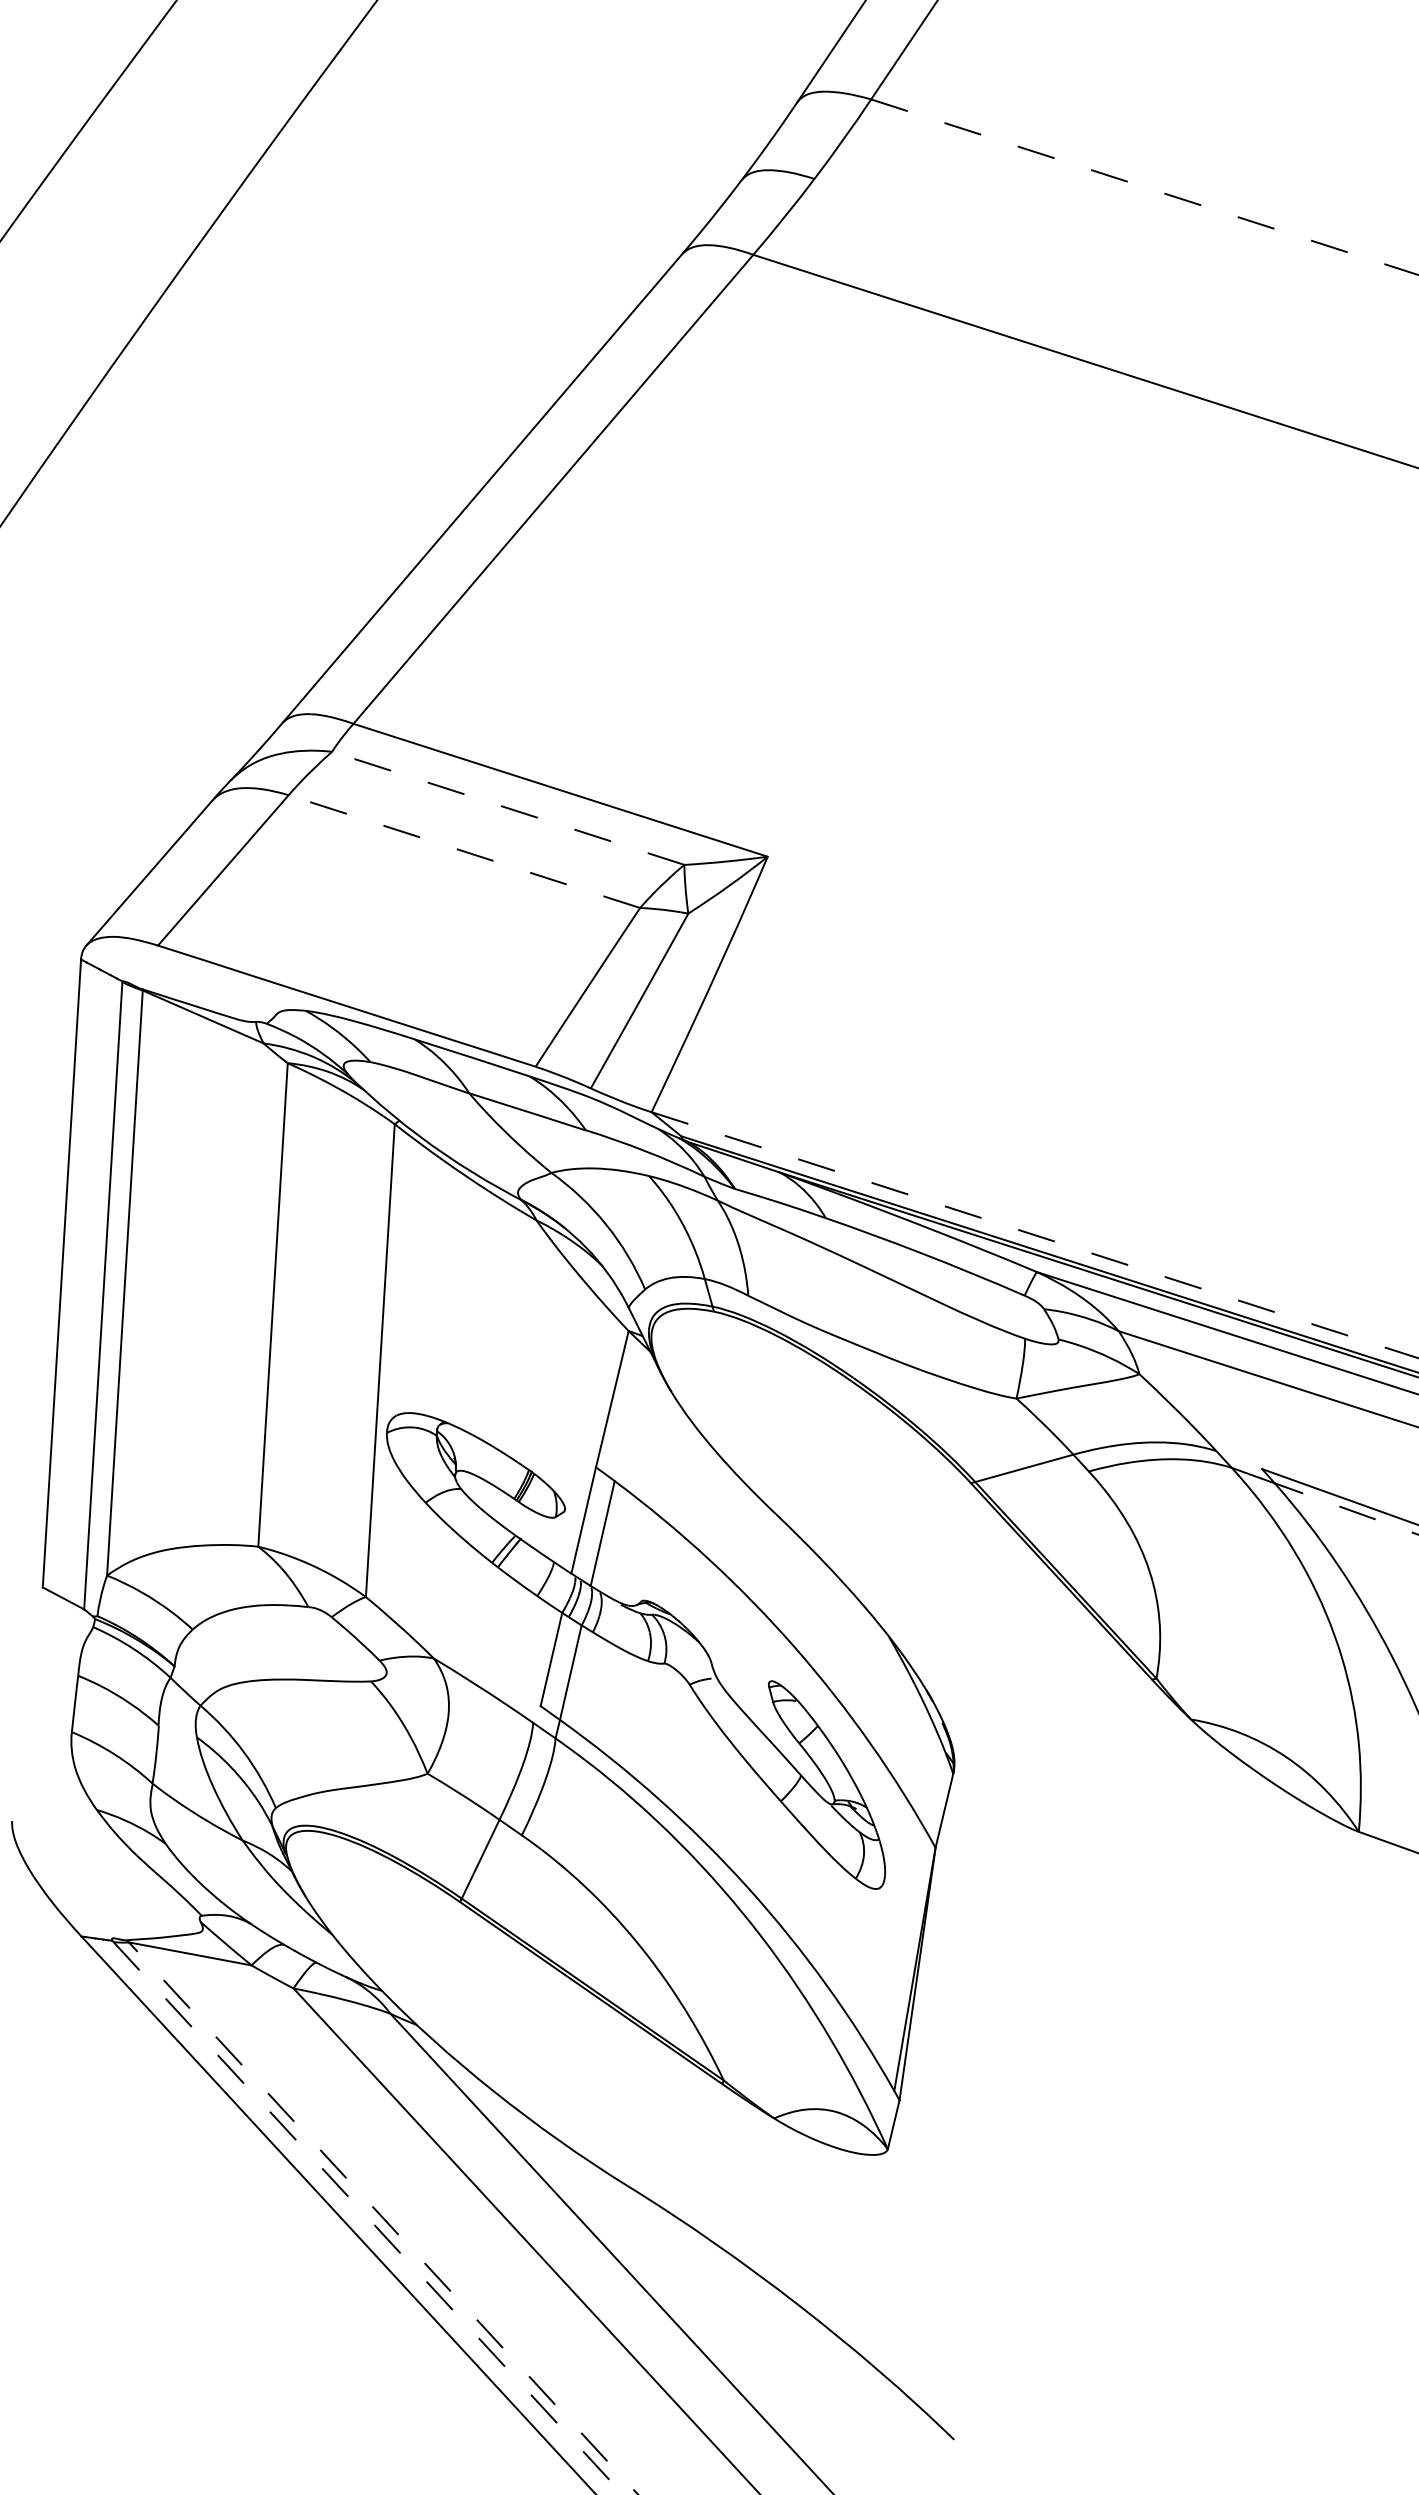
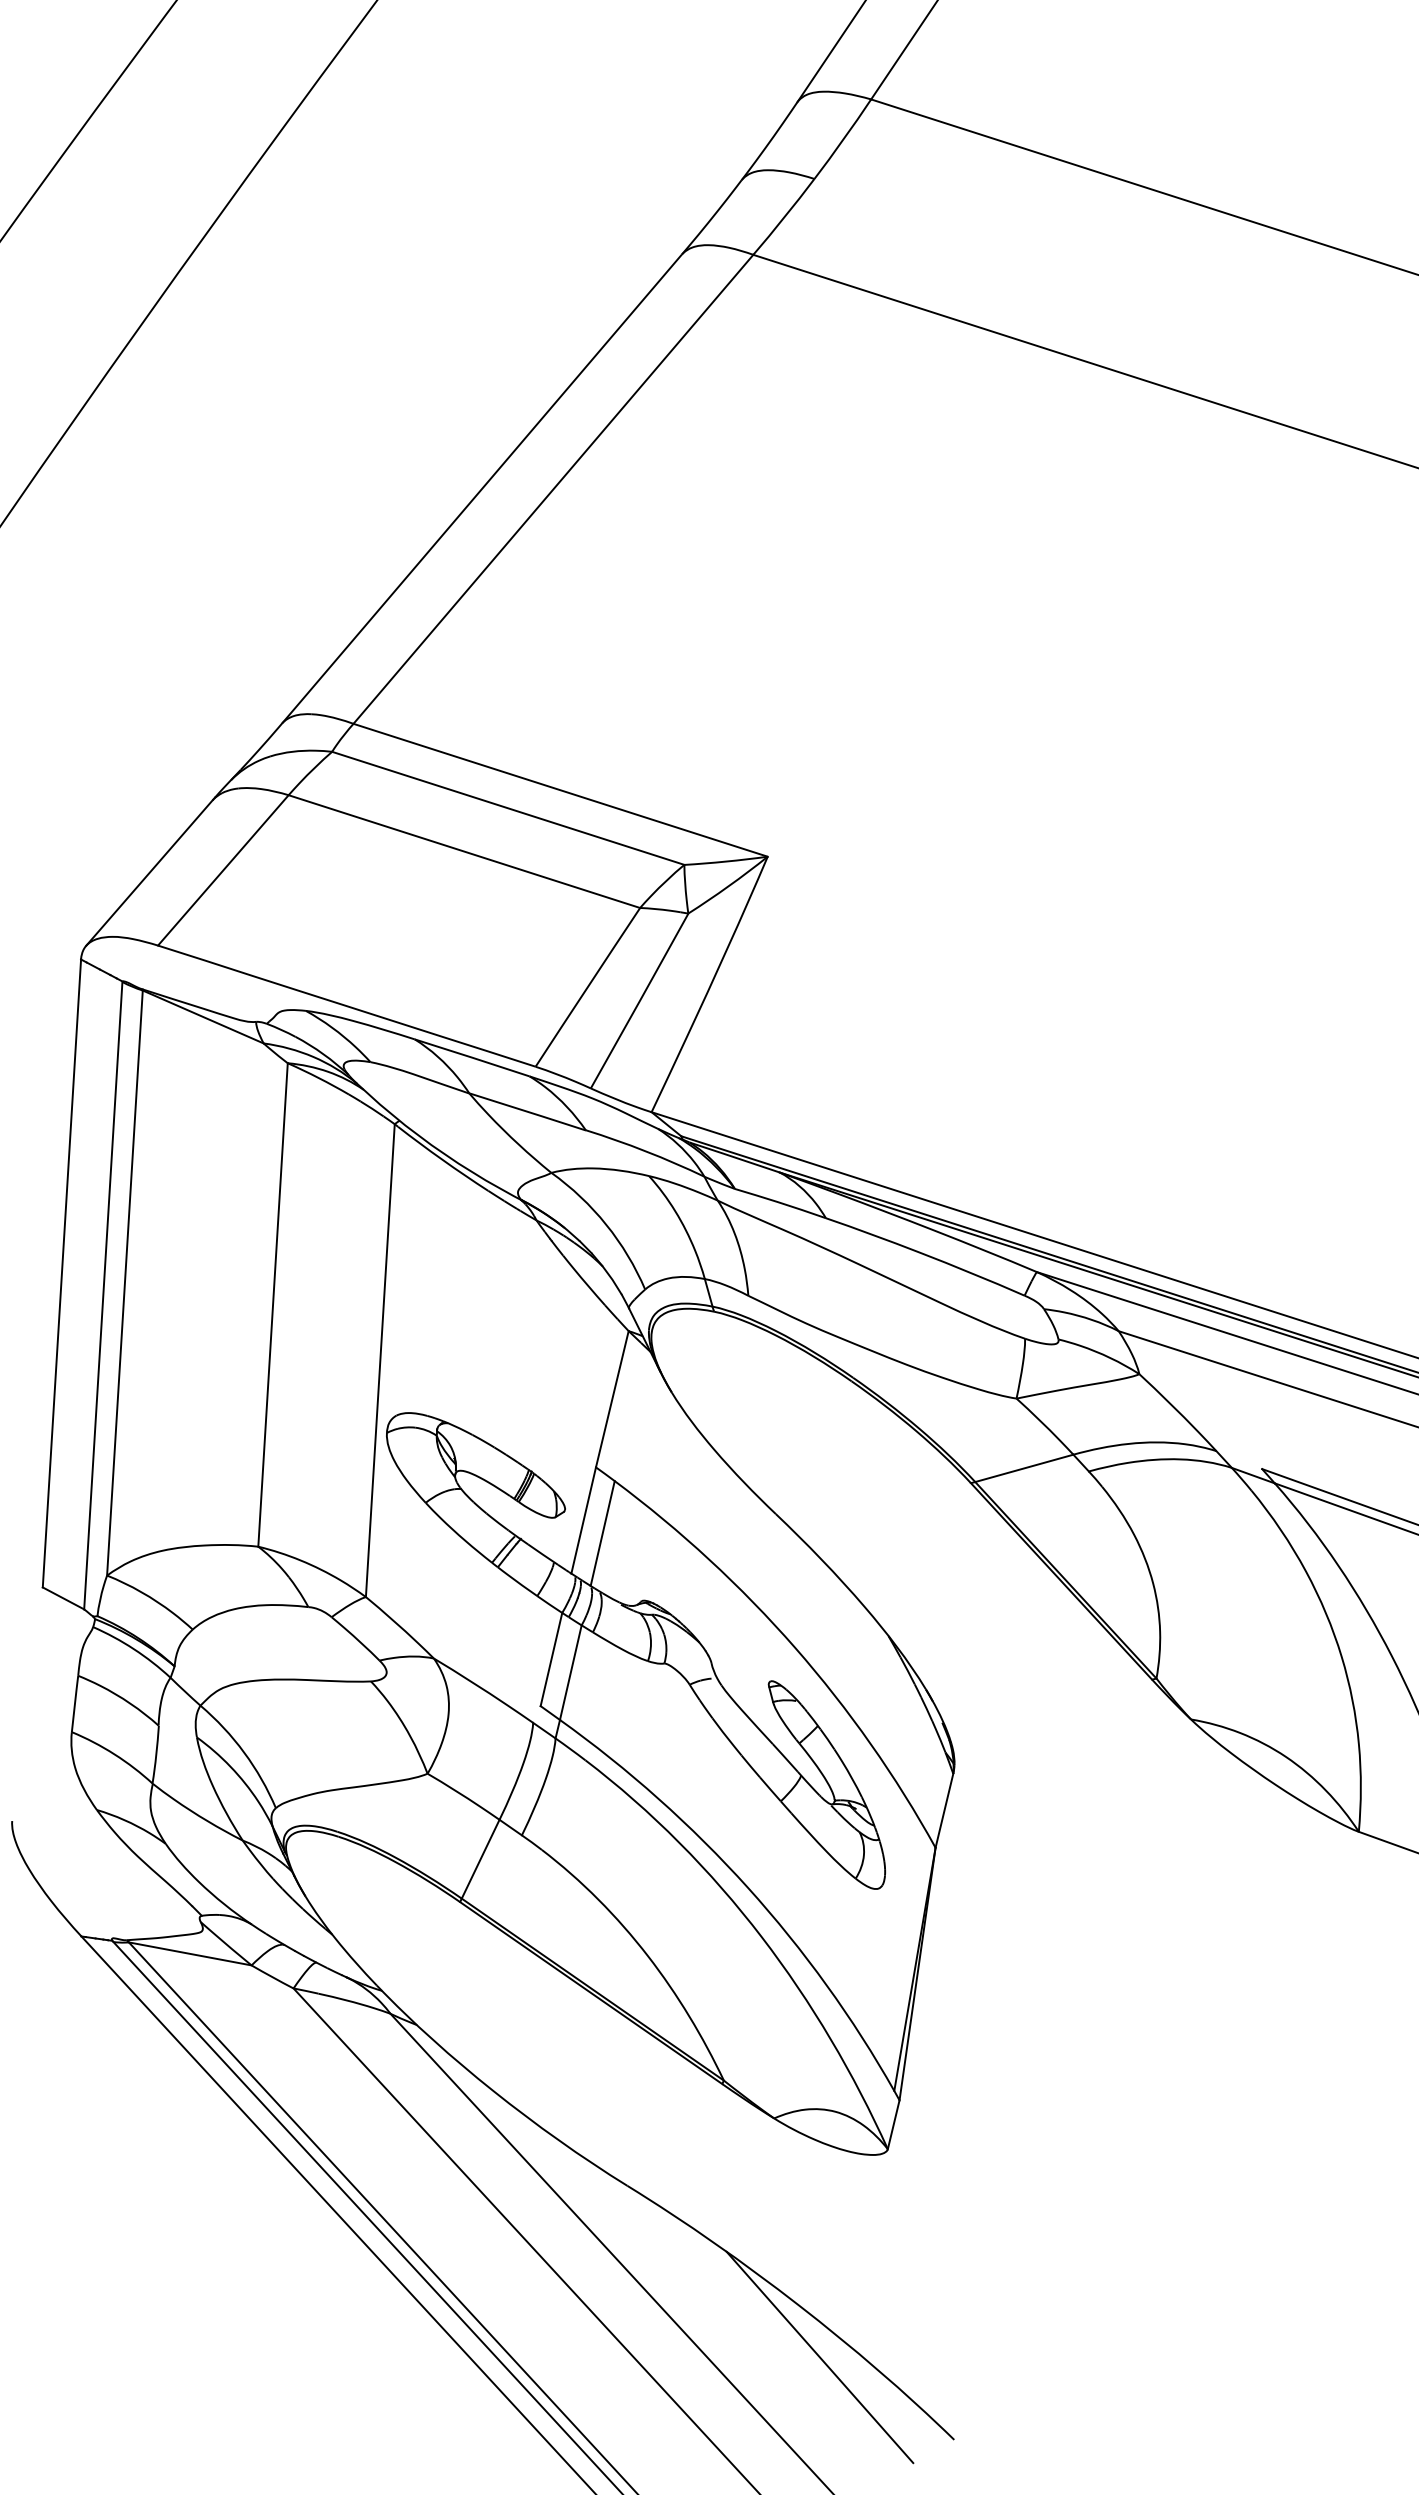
line at (1145, 187): dashed -> solid
line at (508, 808): dashed -> solid
line at (464, 851): dashed -> solid
line at (1035, 1235): dashed -> solid
line at (1346, 1508): dashed -> solid
line at (368, 2218): dashed -> solid
line at (383, 2218): dashed -> solid
line at (819, 2357): none -> present
